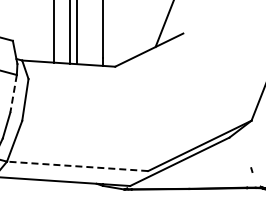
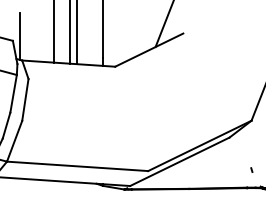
line at (19, 36): none -> present
line at (13, 94): dashed -> solid
line at (77, 166): dashed -> solid
